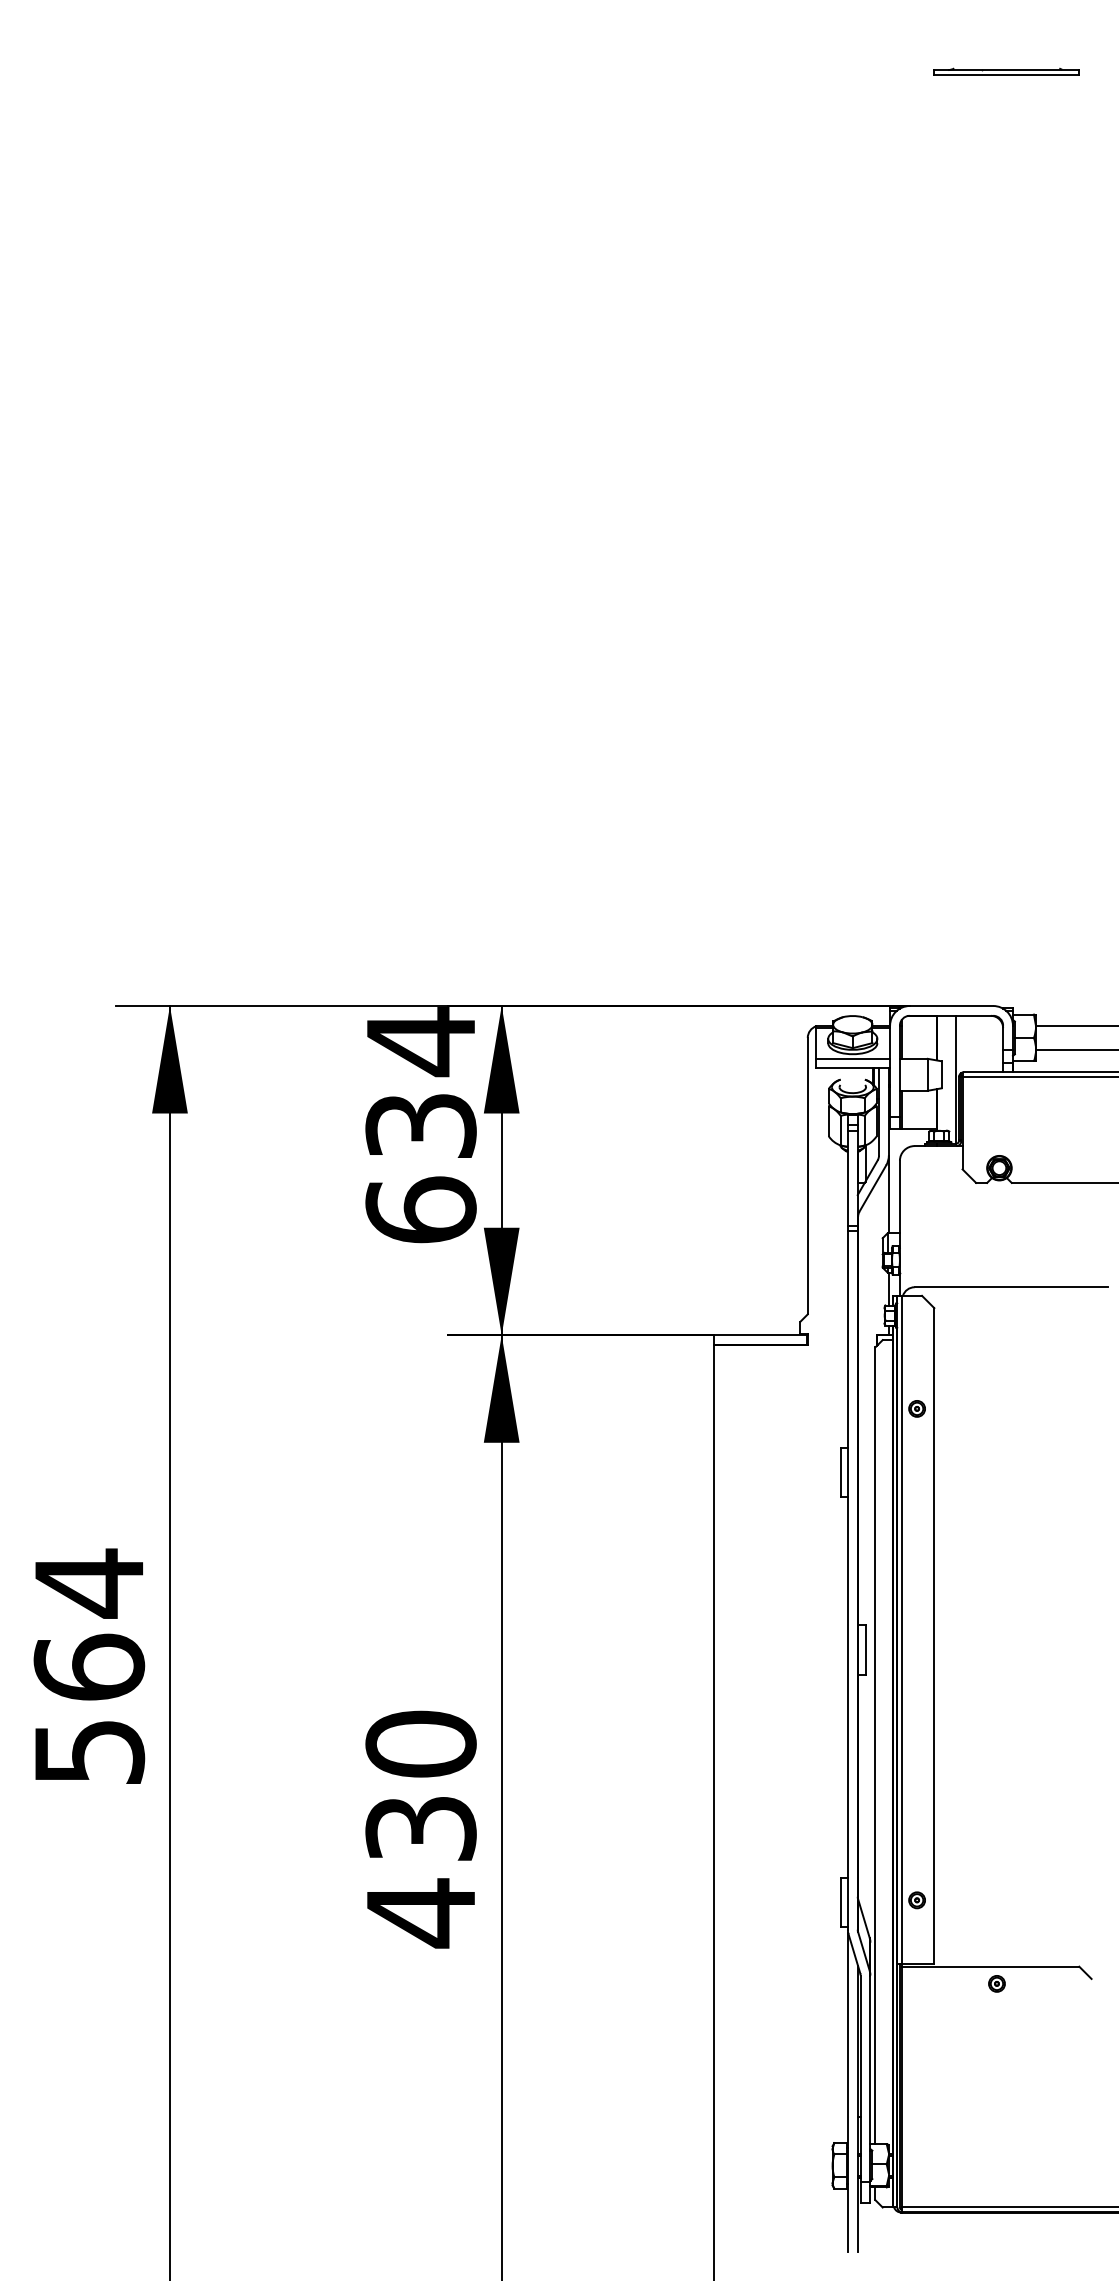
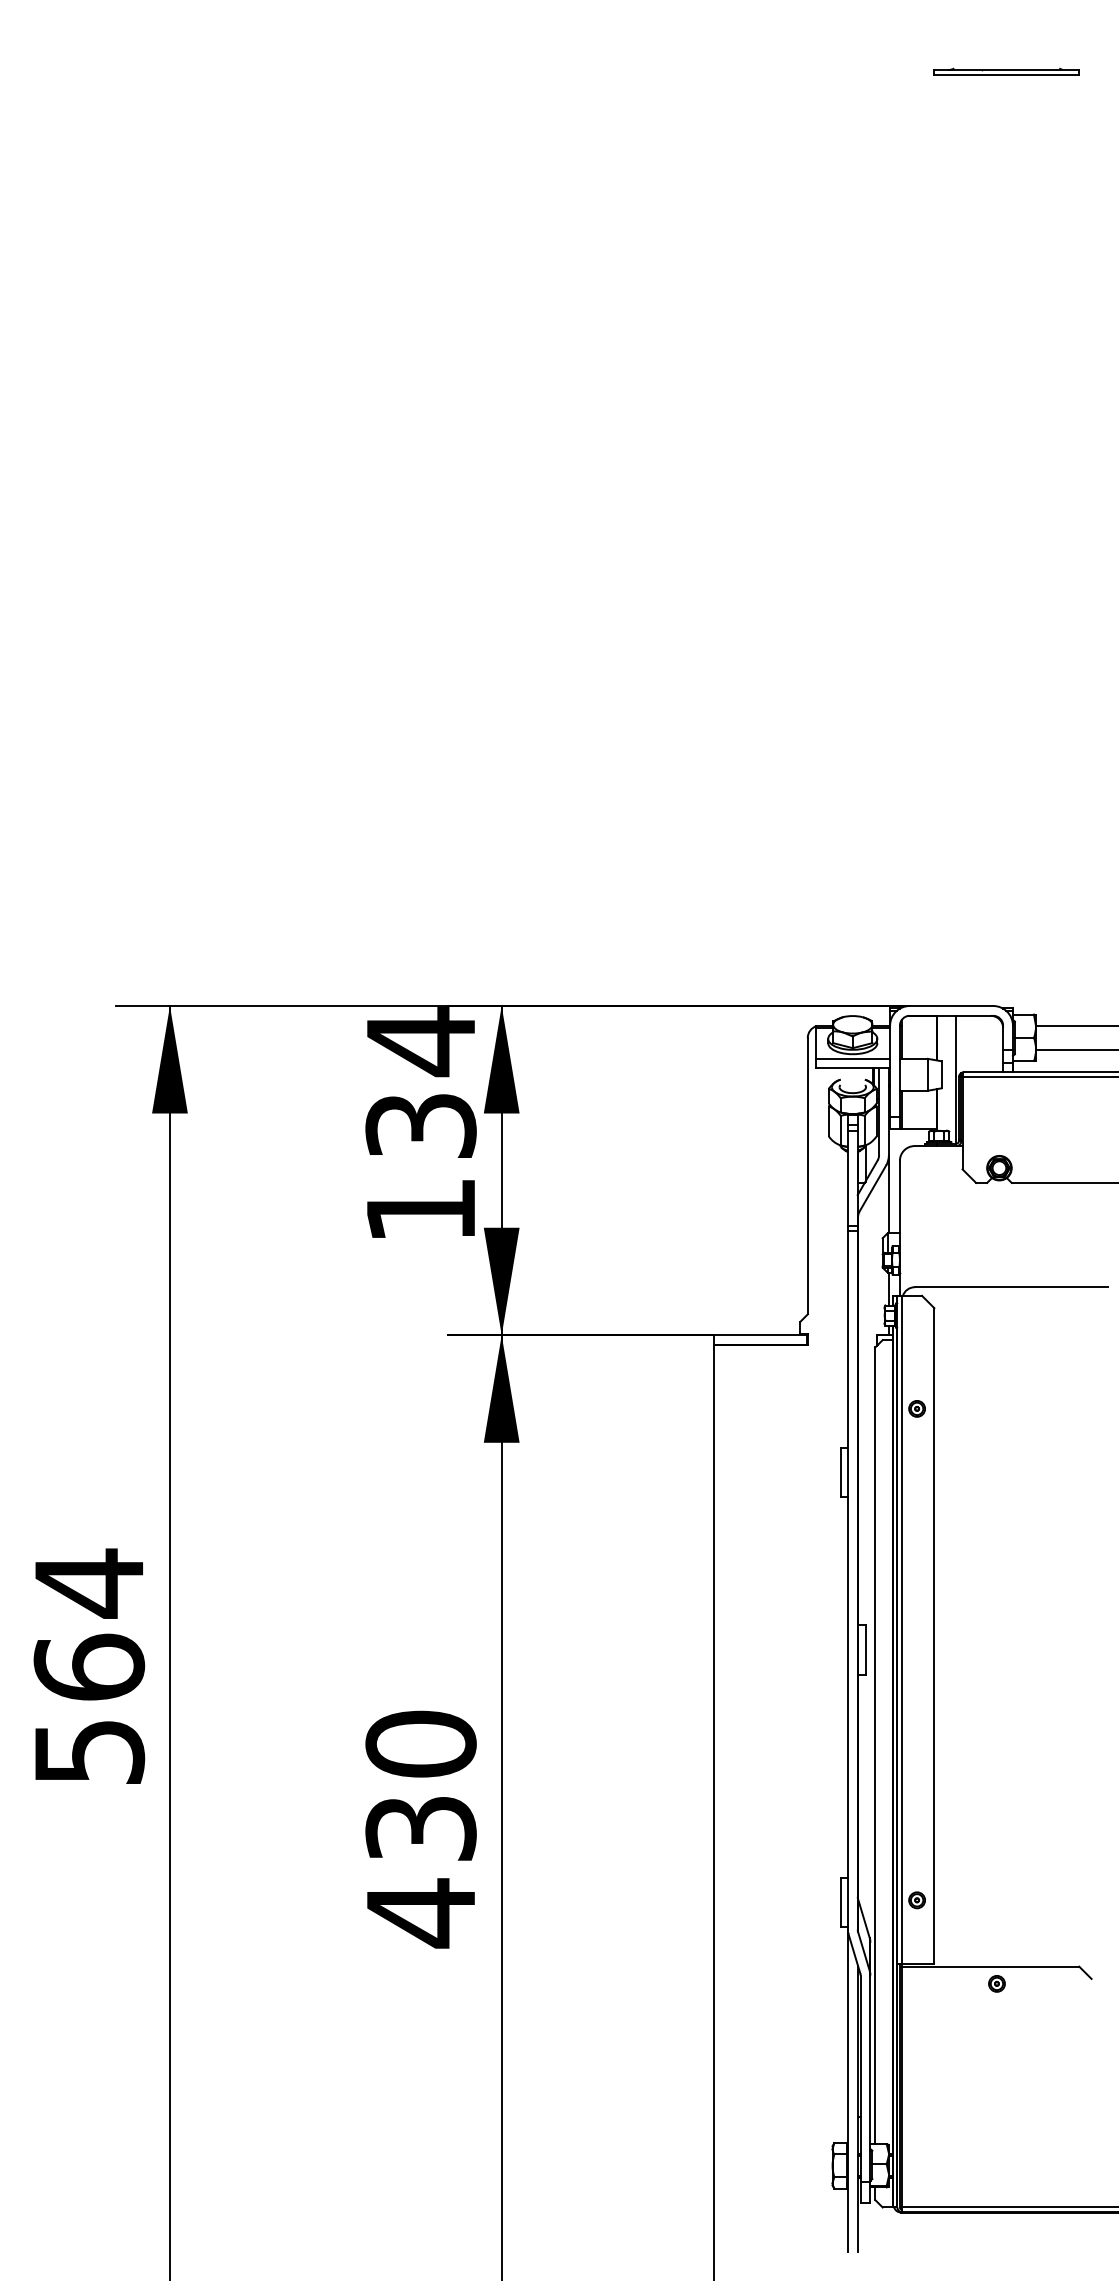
text at (420, 1209): 634 -> 134
